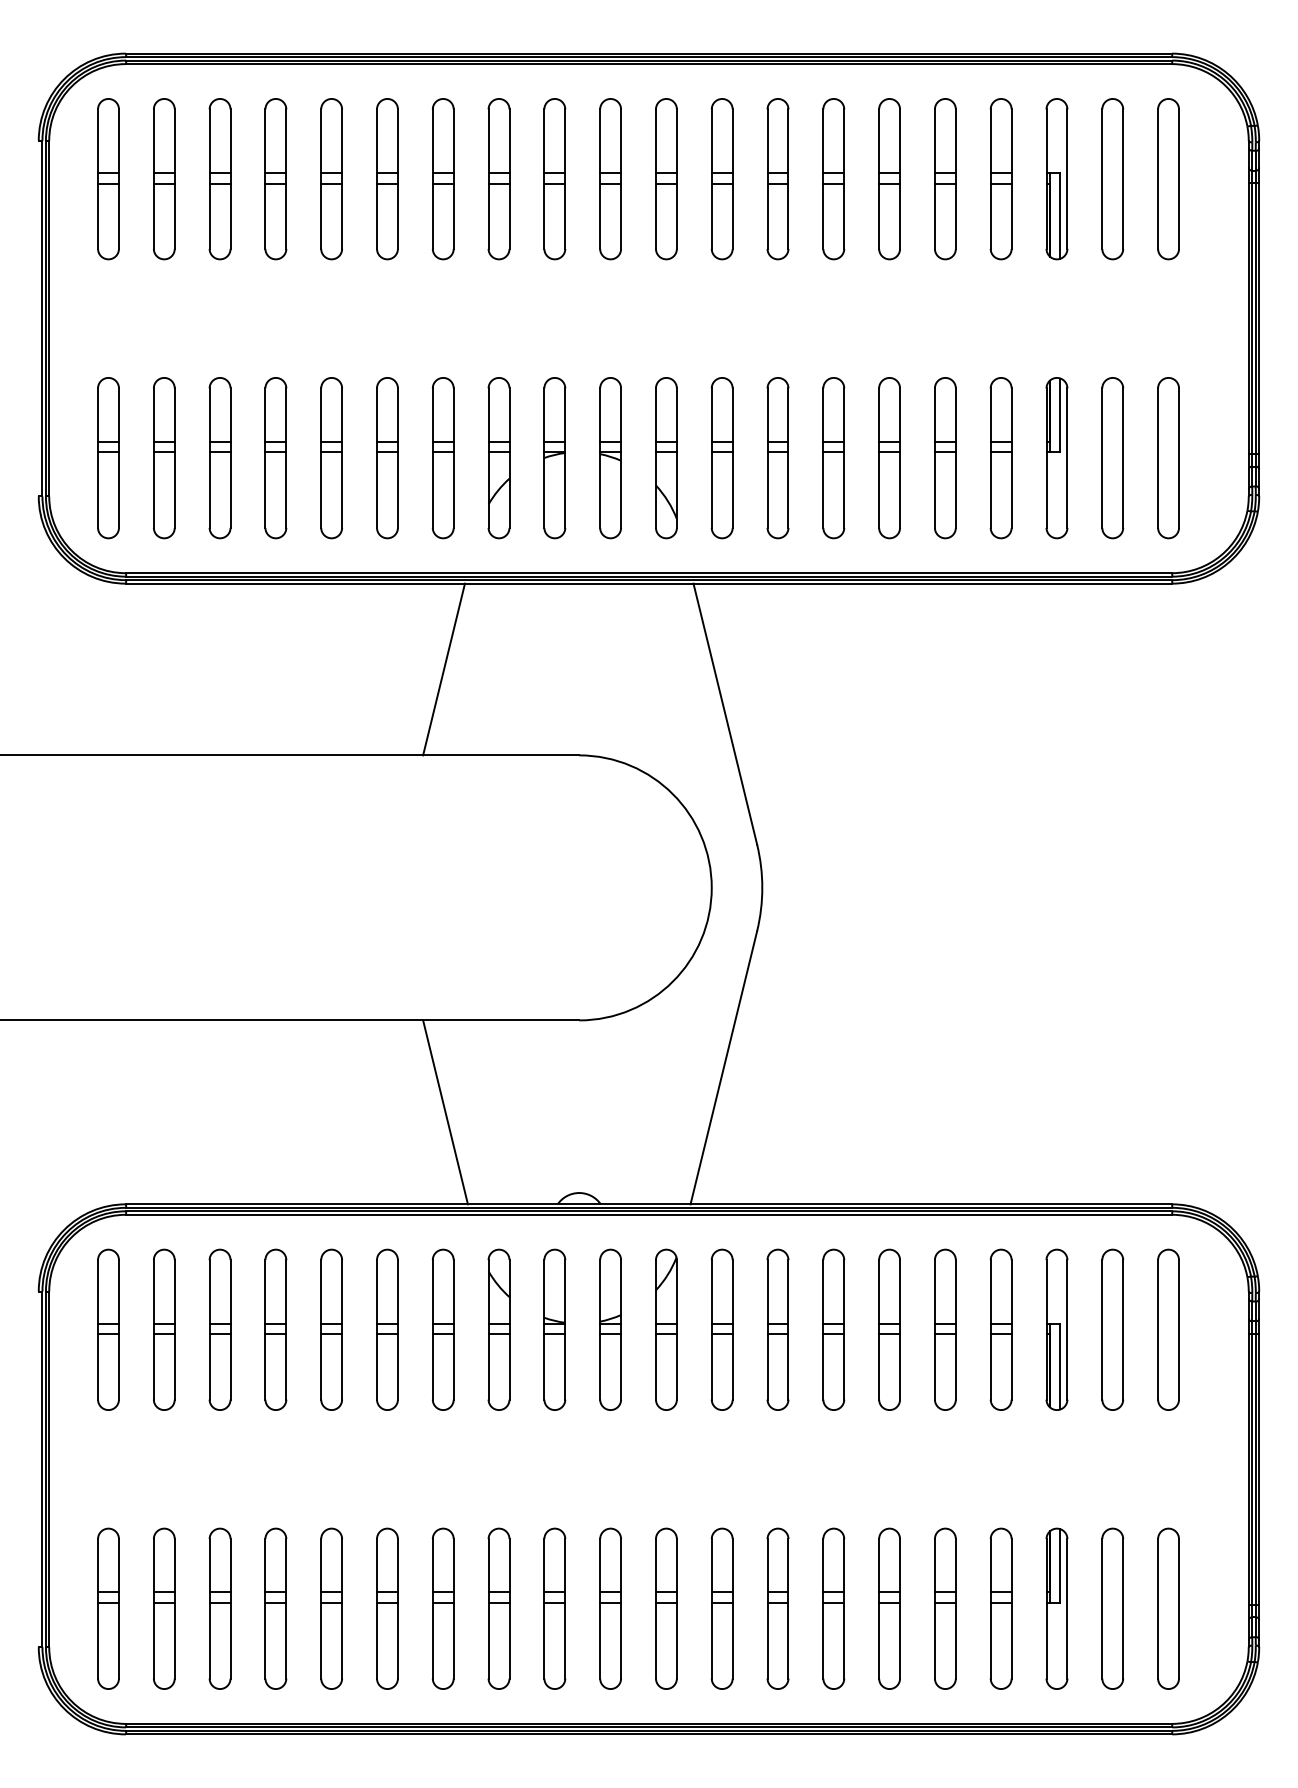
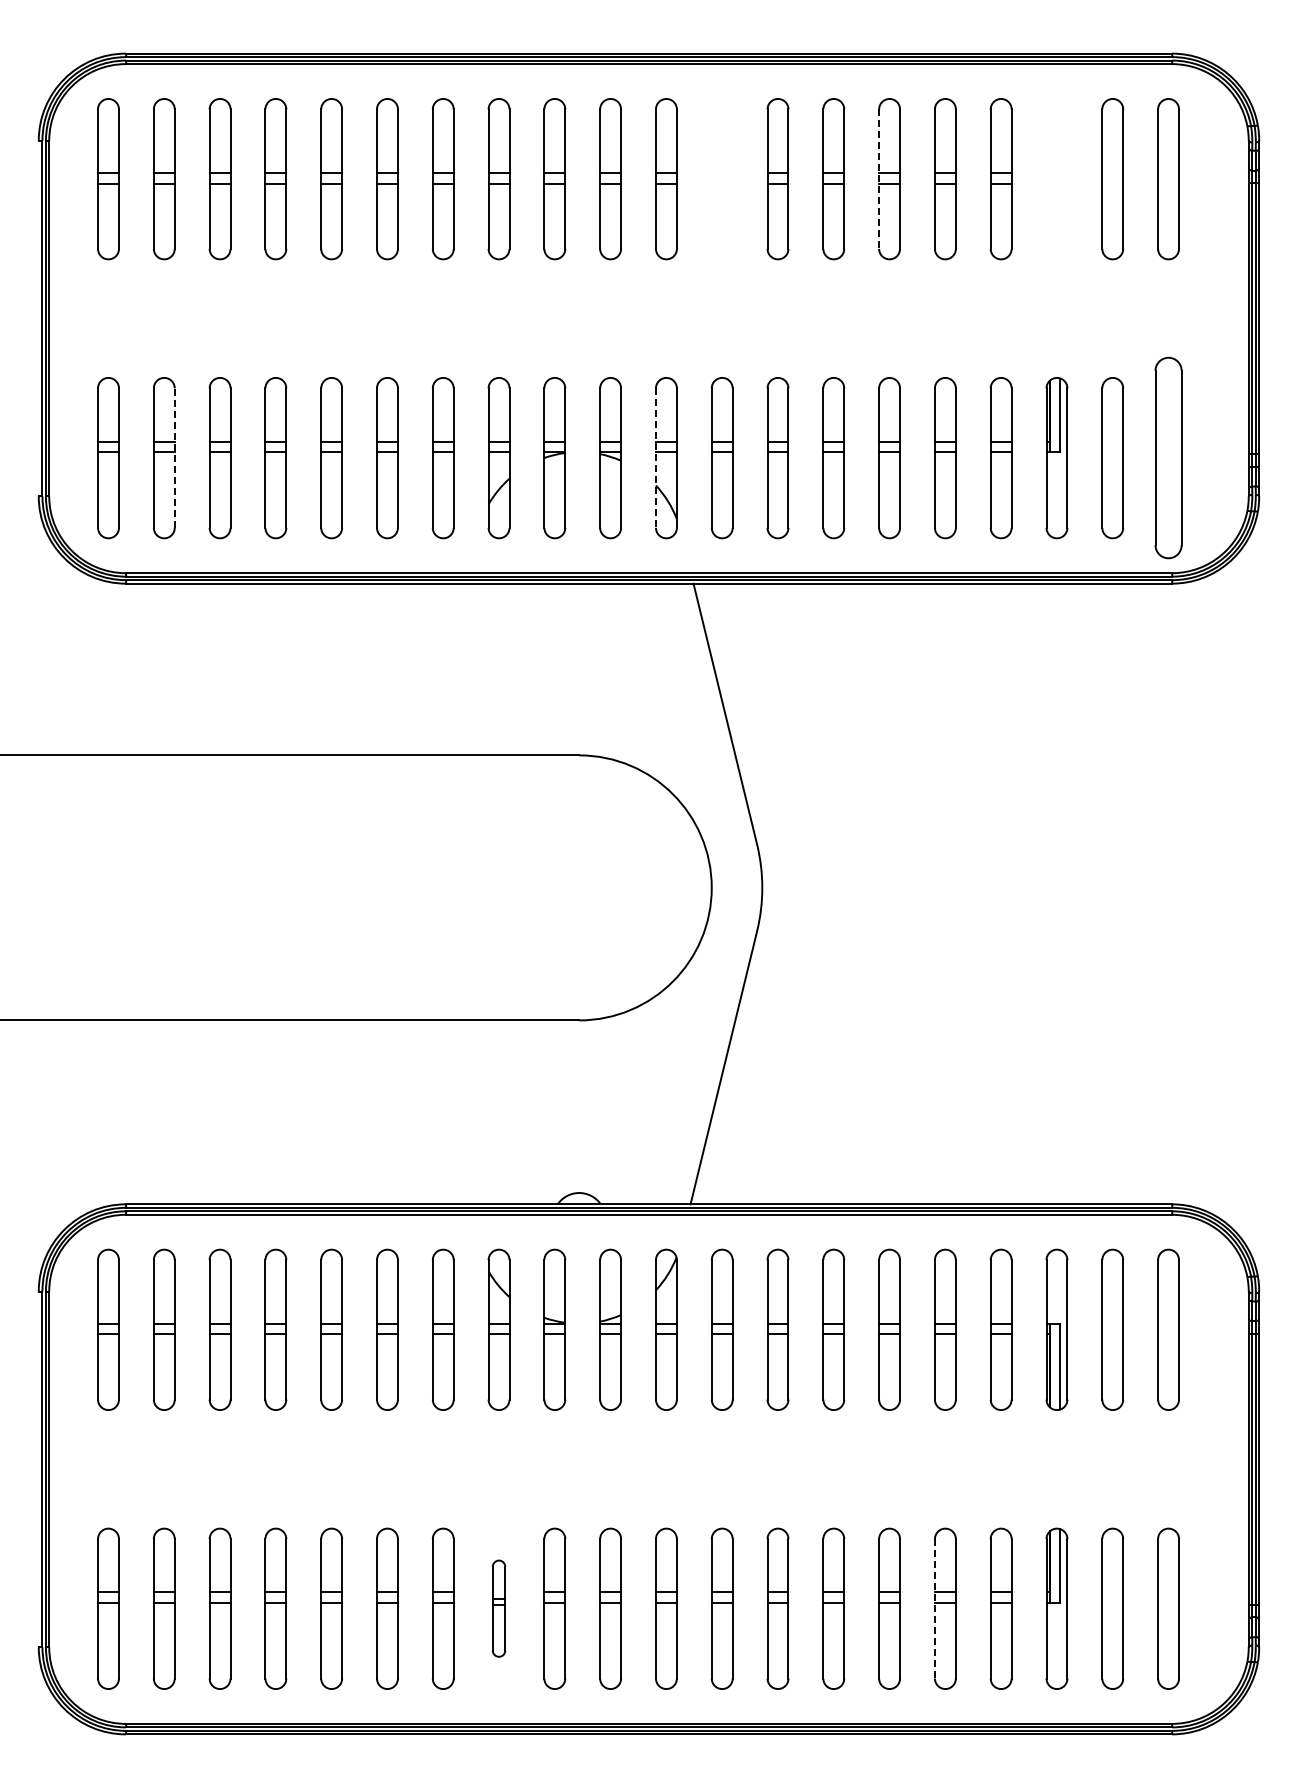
part at (721, 179): present -> none
line at (879, 179): solid -> dashed
part at (1056, 179): present -> none
line at (174, 458): solid -> dashed
line at (655, 458): solid -> dashed
part at (1168, 458) size: 23x163 px -> 29x204 px
line at (443, 669): present -> none
line at (445, 1112): present -> none
part at (498, 1608) size: 24x163 px -> 16x99 px
line at (934, 1608): solid -> dashed
